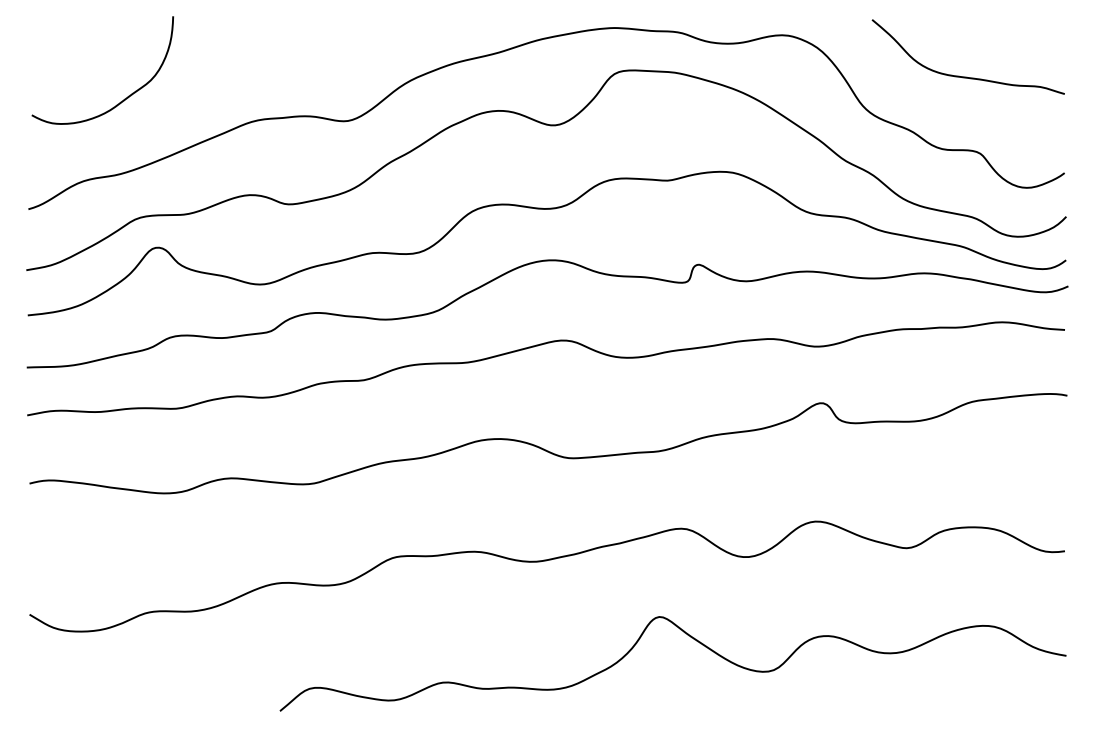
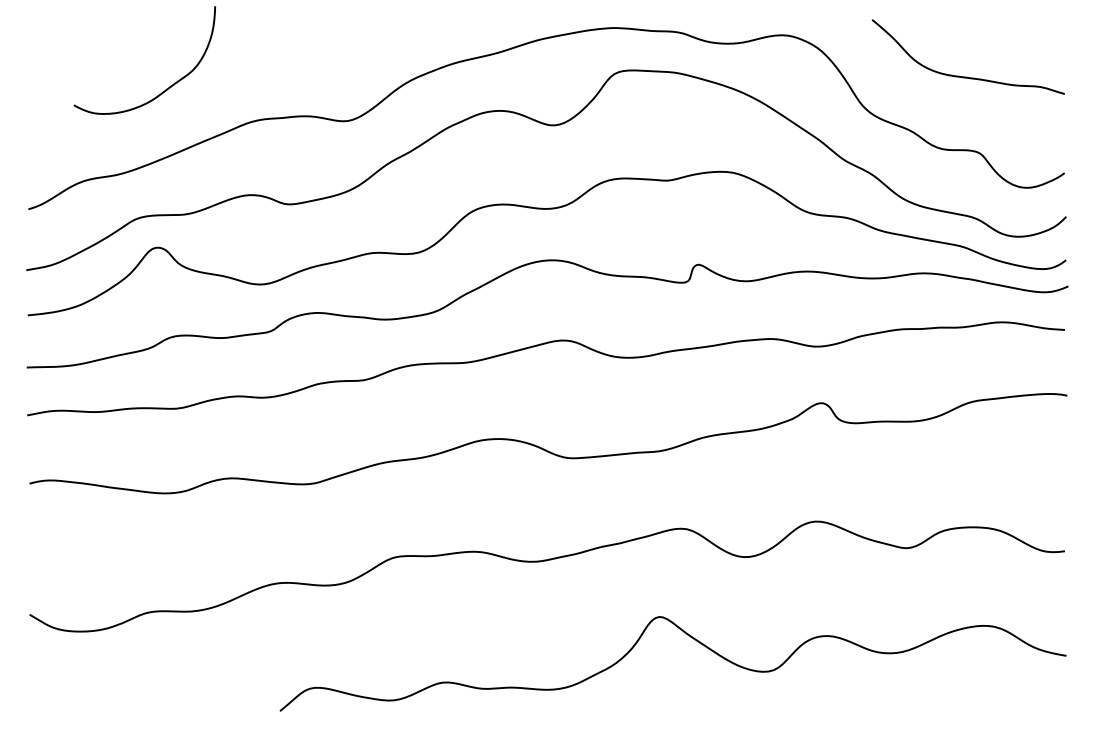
curve at (124, 98) position: (124, 98) -> (166, 88)
